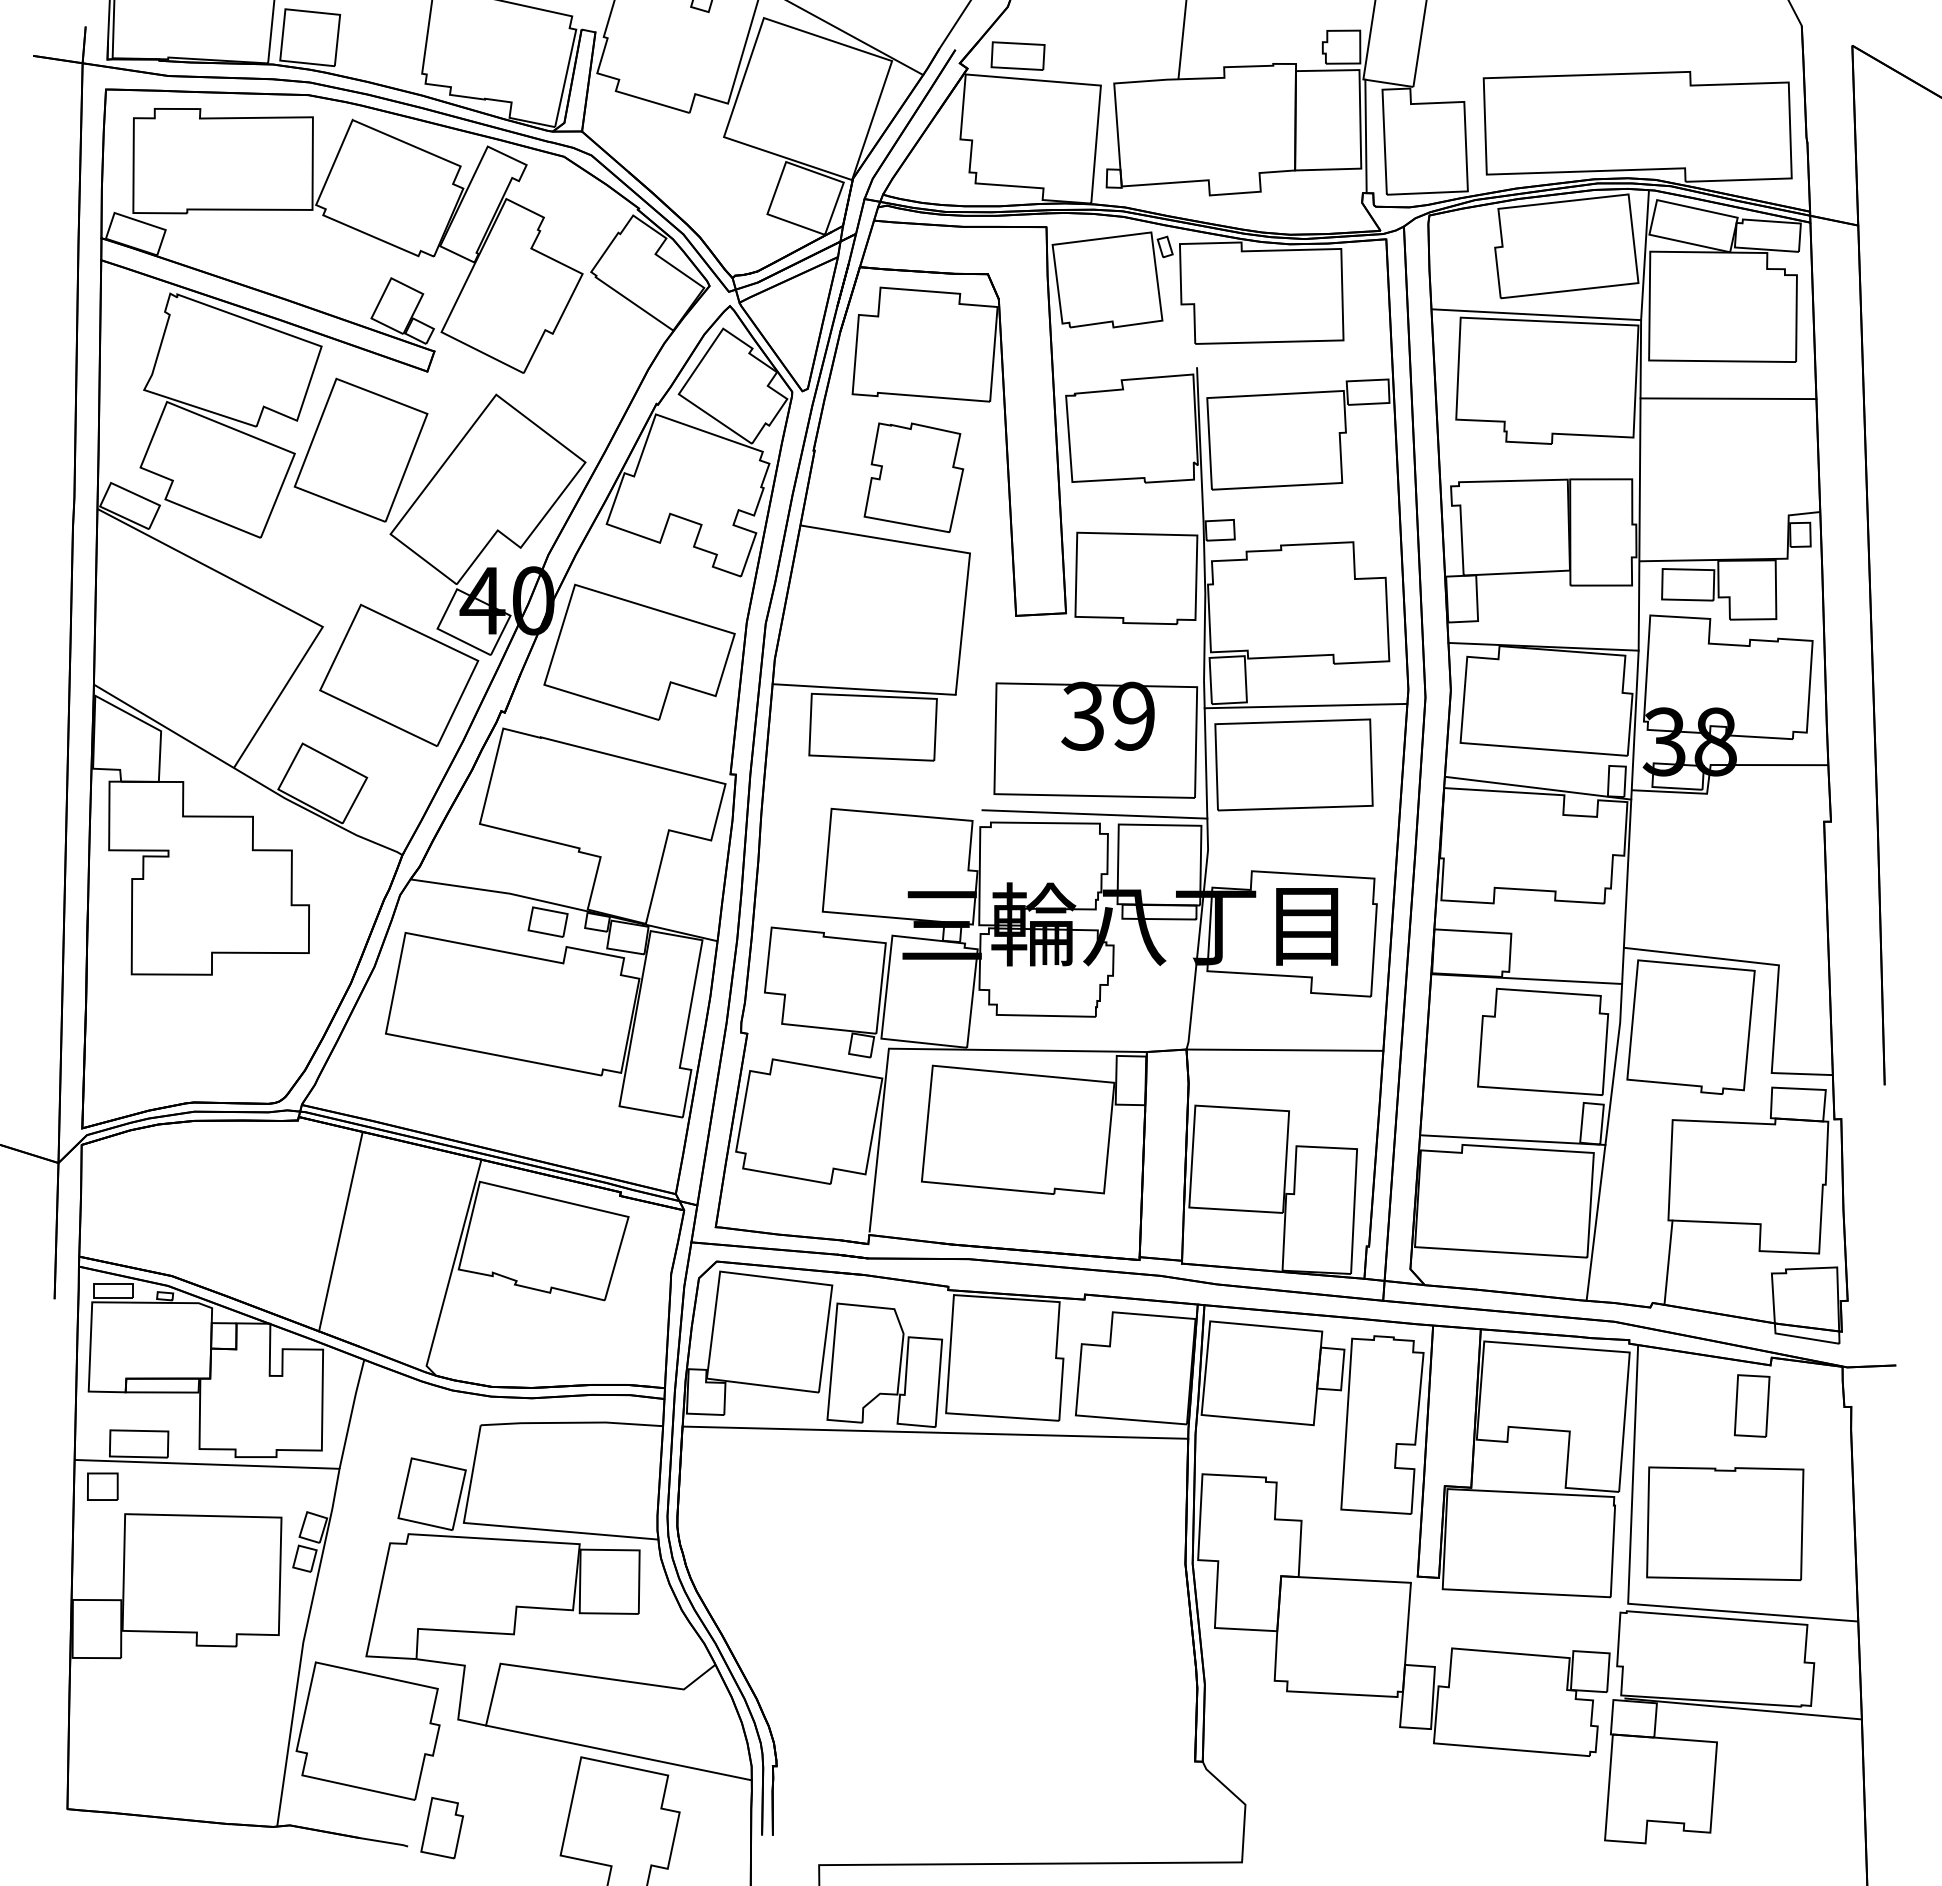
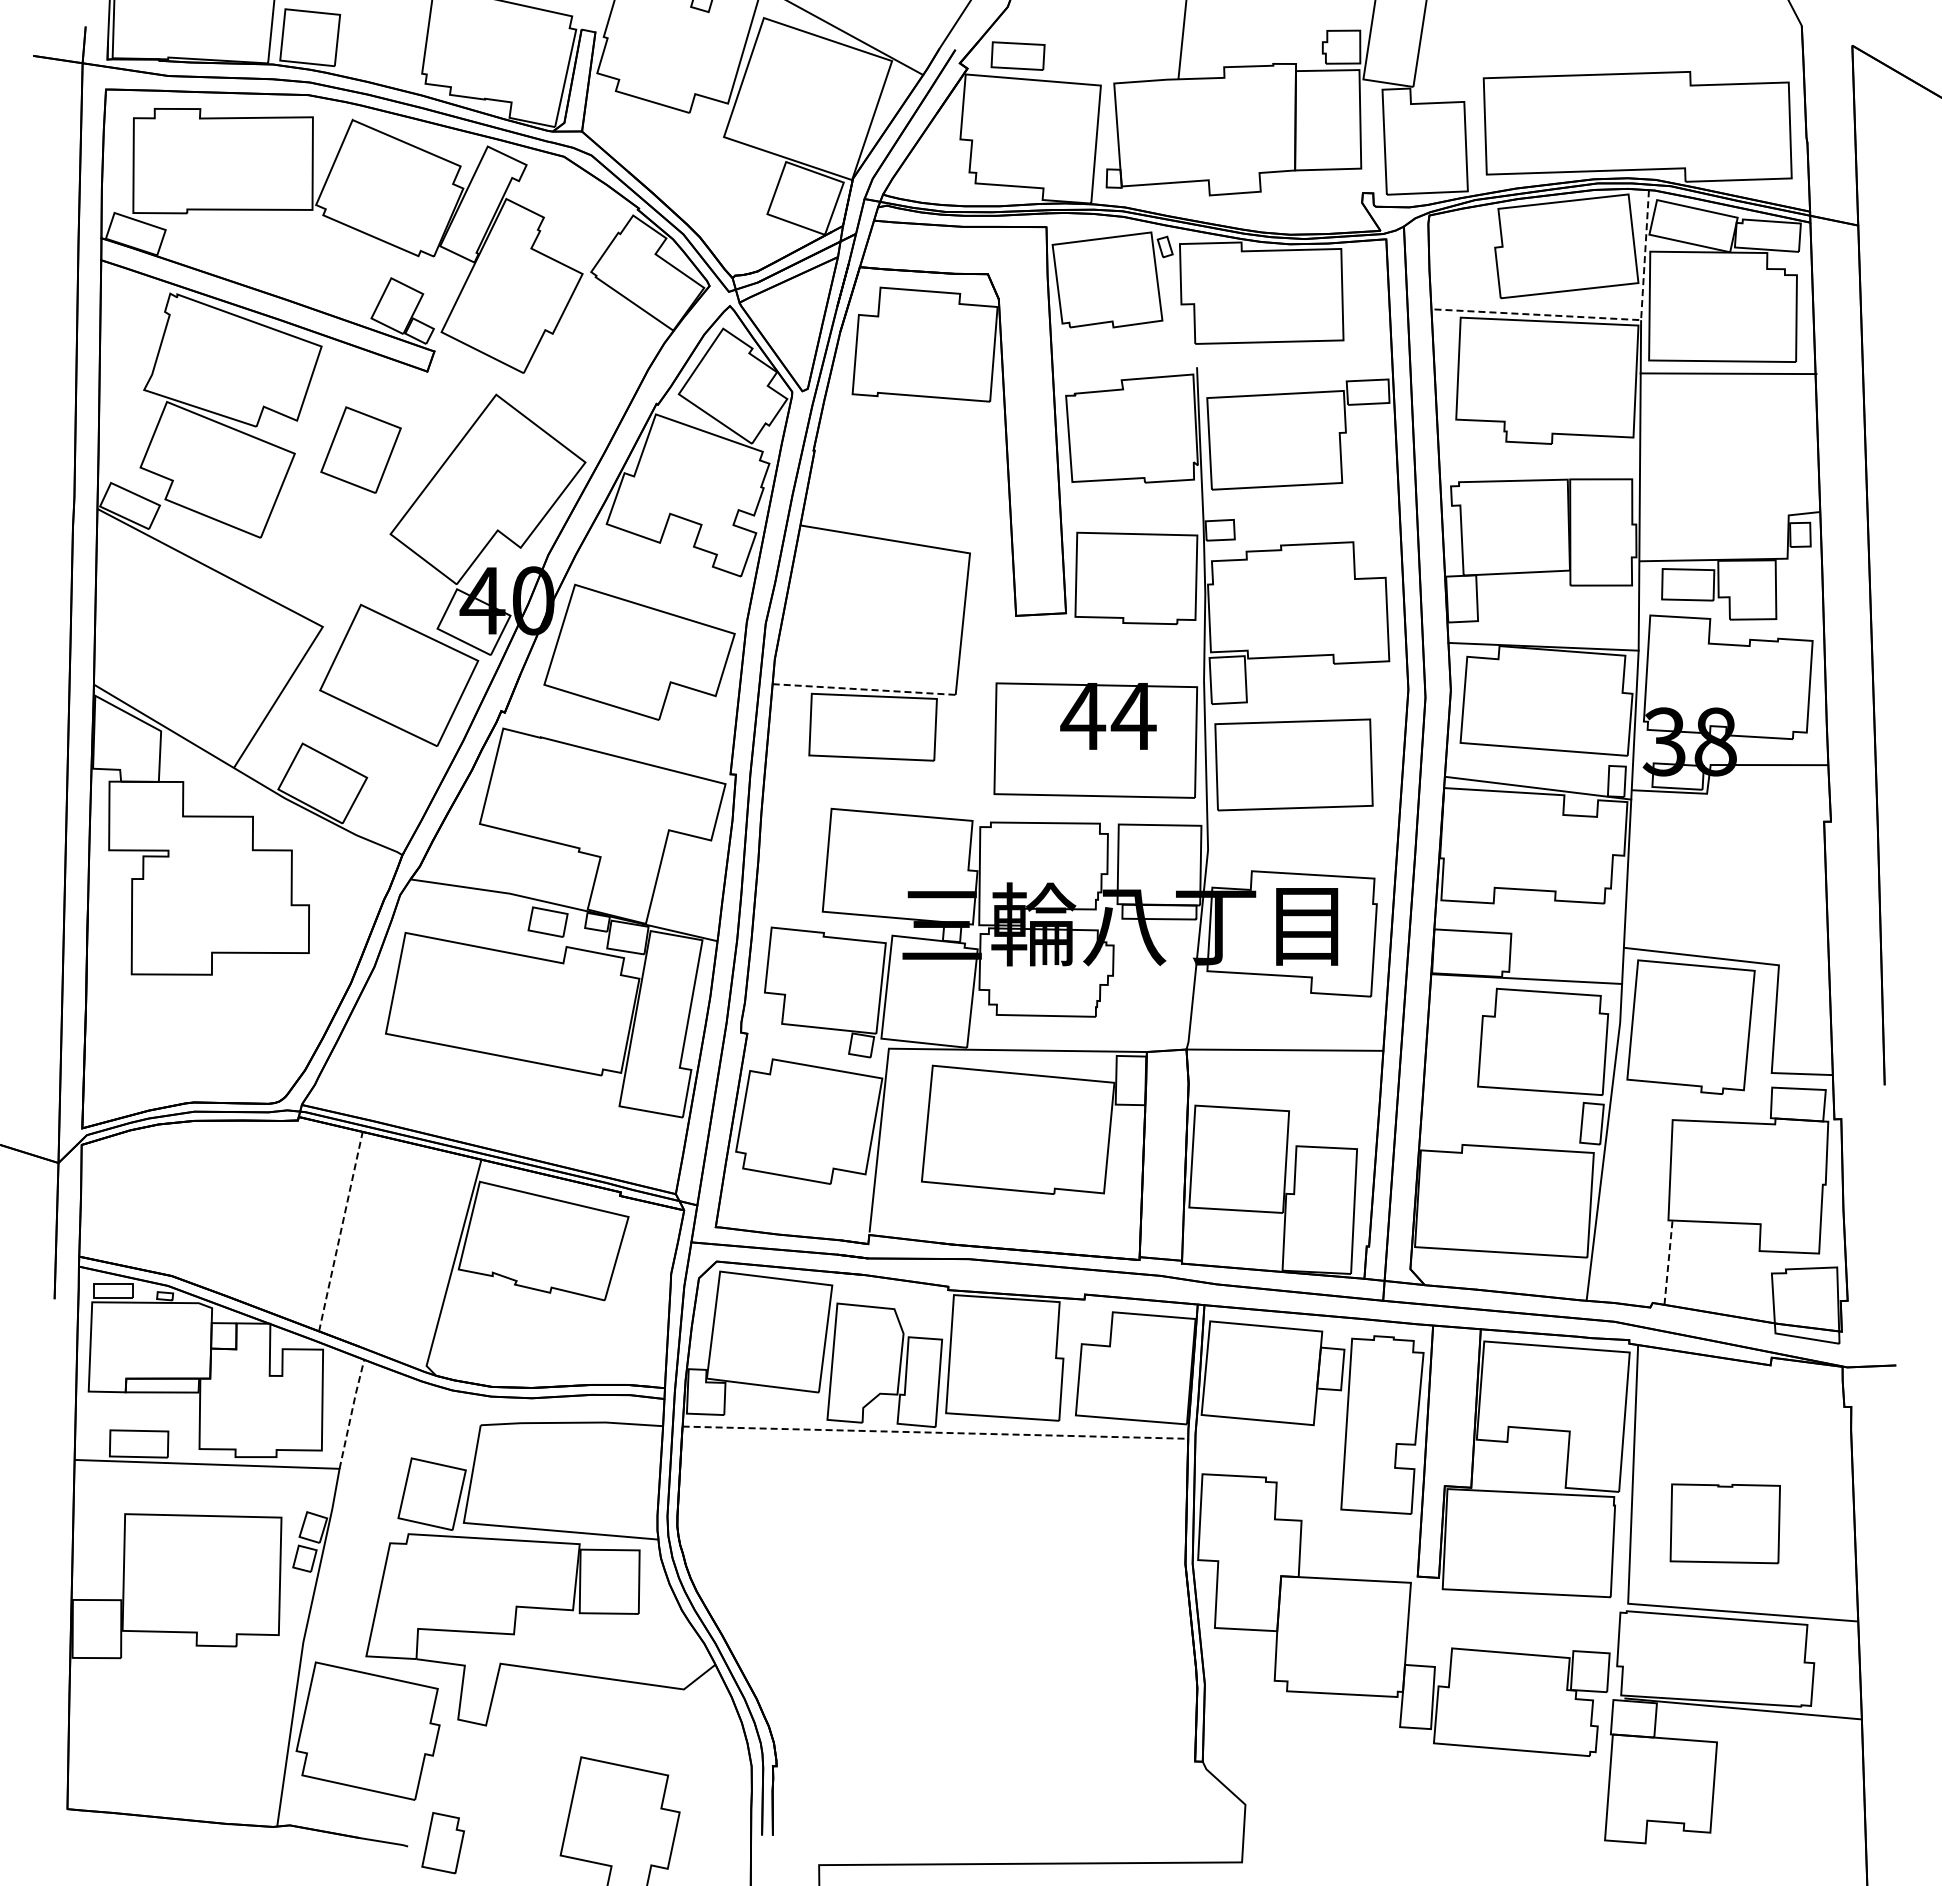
line at (1365, 136): present -> none
line at (1602, 318): solid -> dashed
line at (1728, 398) position: (1728, 398) -> (1728, 373)
part at (360, 449) size: 136x146 px -> 82x88 px
part at (913, 477): present -> none
line at (864, 689): solid -> dashed
line at (1305, 705): present -> none
text at (1108, 715): 39 -> 44
line at (1094, 814): present -> none
line at (1512, 1139): present -> none
line at (341, 1231): solid -> dashed
line at (1668, 1262): solid -> dashed
part at (1751, 1405): present -> none
line at (351, 1412): solid -> dashed
line at (935, 1432): solid -> dashed
part at (102, 1486): present -> none
part at (1725, 1523) size: 159x116 px -> 112x82 px
line at (618, 1752): present -> none
part at (441, 1828) position: (441, 1828) -> (442, 1843)
